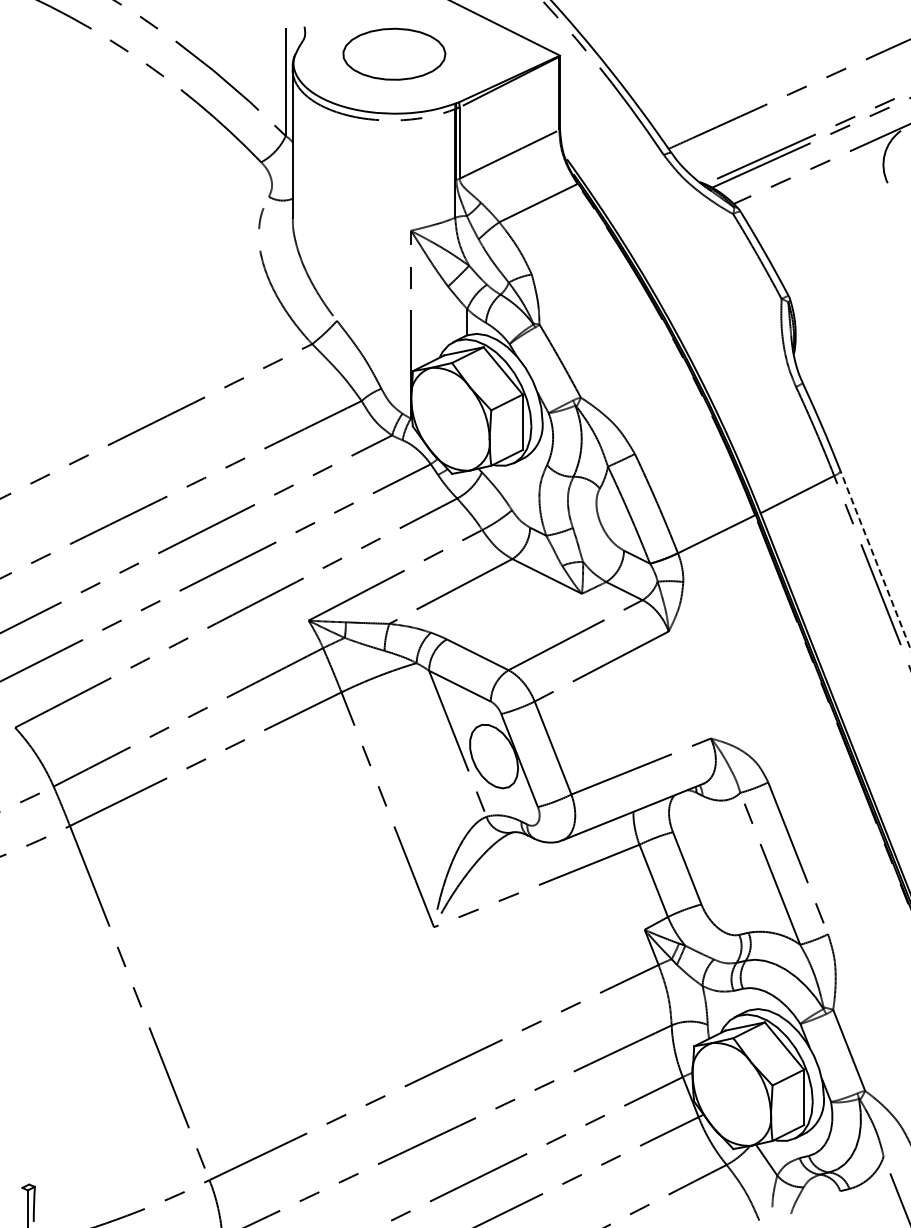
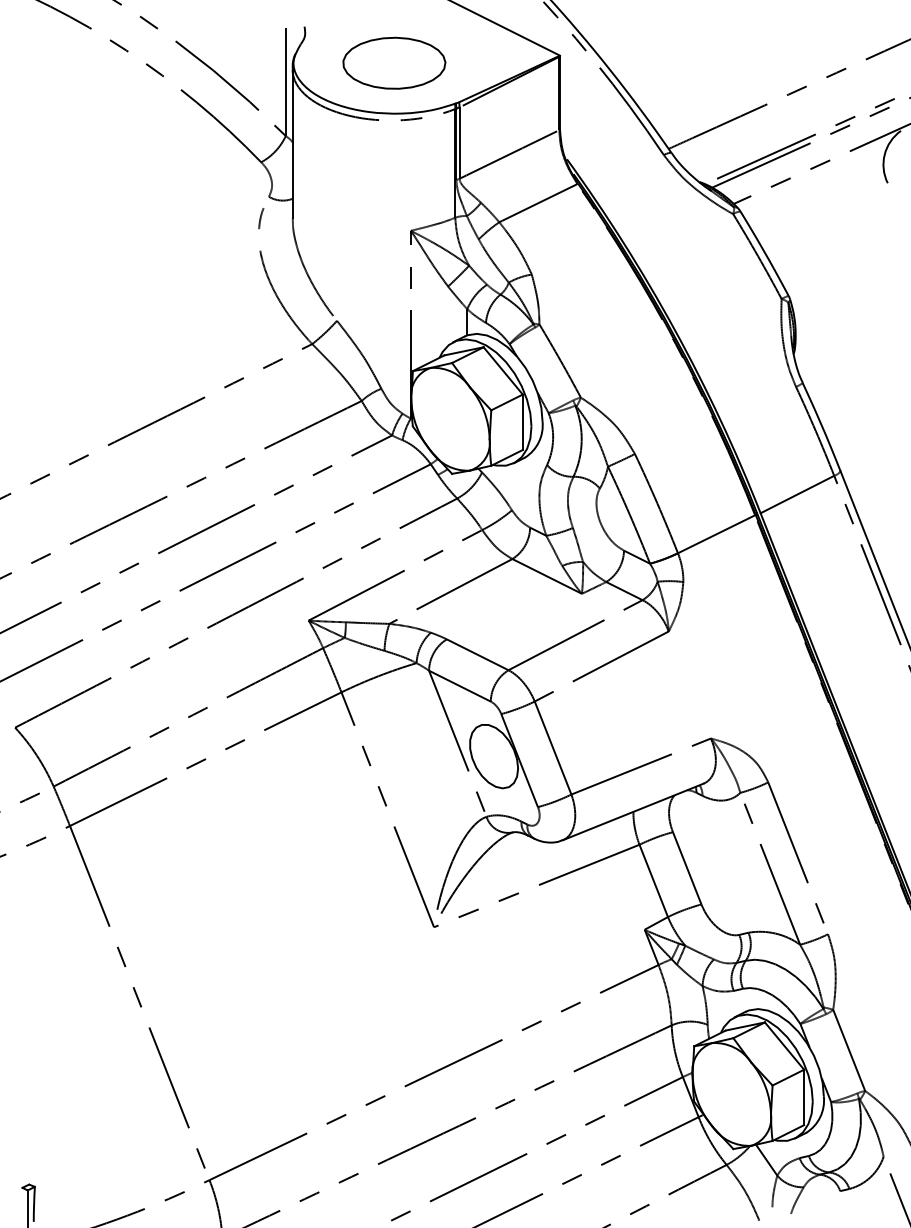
part at (394, 53) position: (394, 53) -> (394, 62)
line at (875, 560): dashed -> solid
